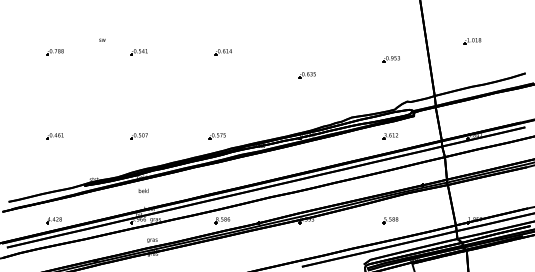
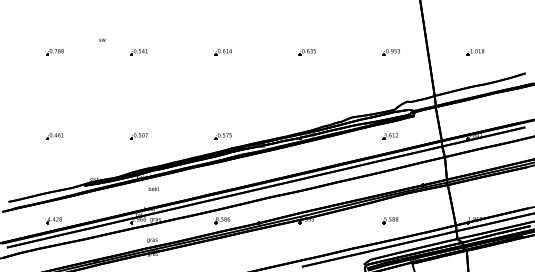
part at (472, 41) position: (472, 41) -> (475, 52)
part at (390, 59) position: (390, 59) -> (390, 52)
part at (306, 75) position: (306, 75) -> (306, 52)
part at (216, 136) position: (216, 136) -> (222, 136)
text at (143, 190) position: (143, 190) -> (153, 188)
